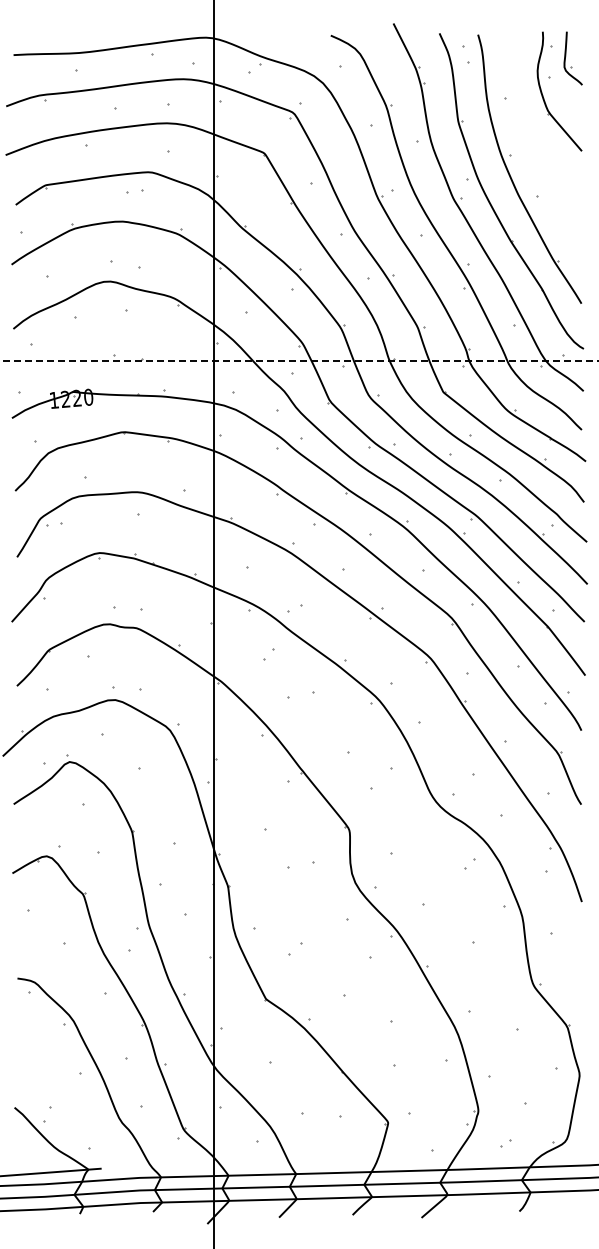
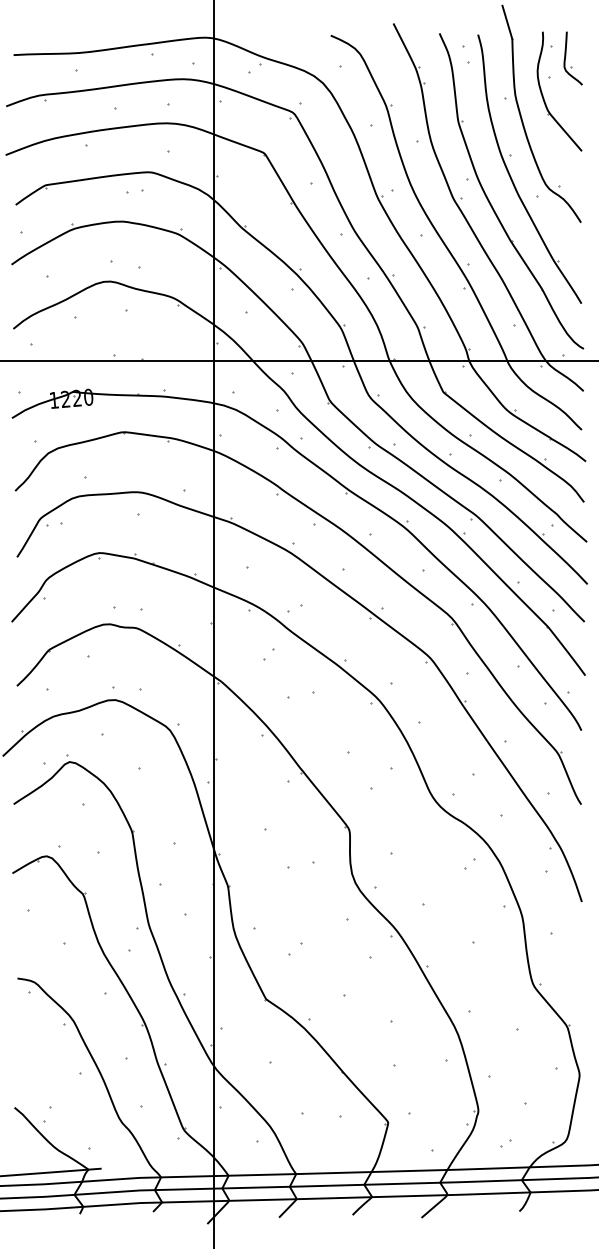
part at (522, 118): none -> present
line at (299, 360): dashed -> solid
